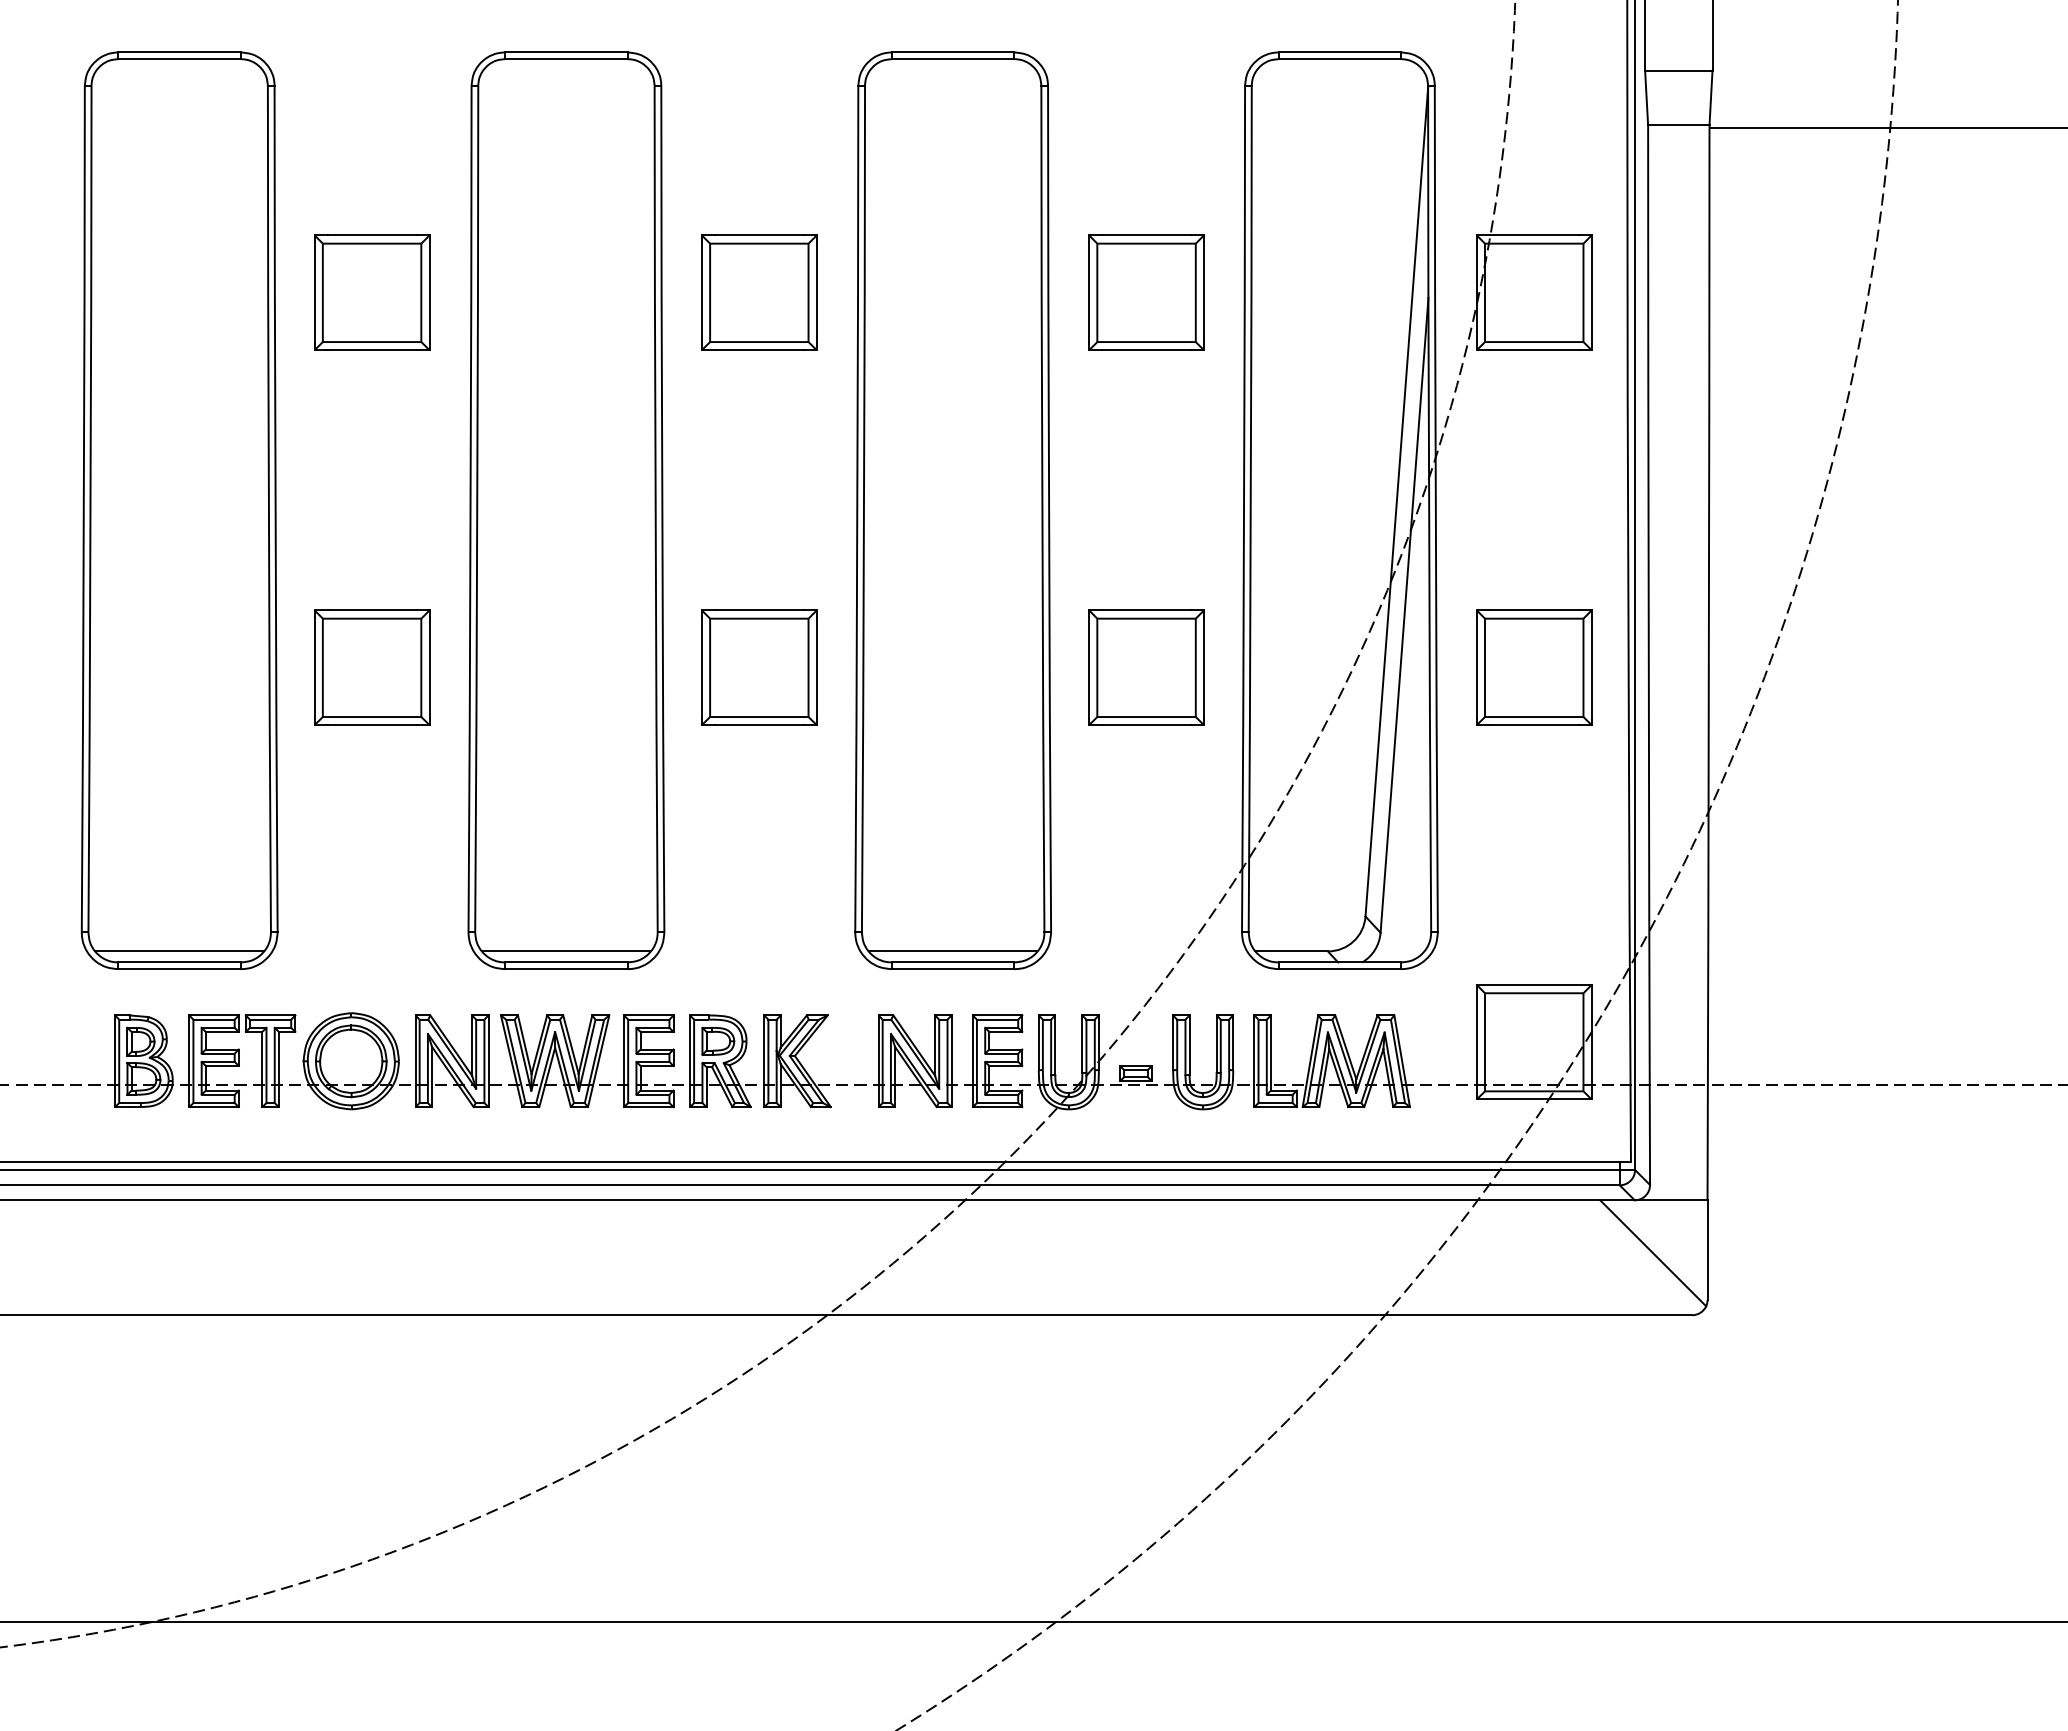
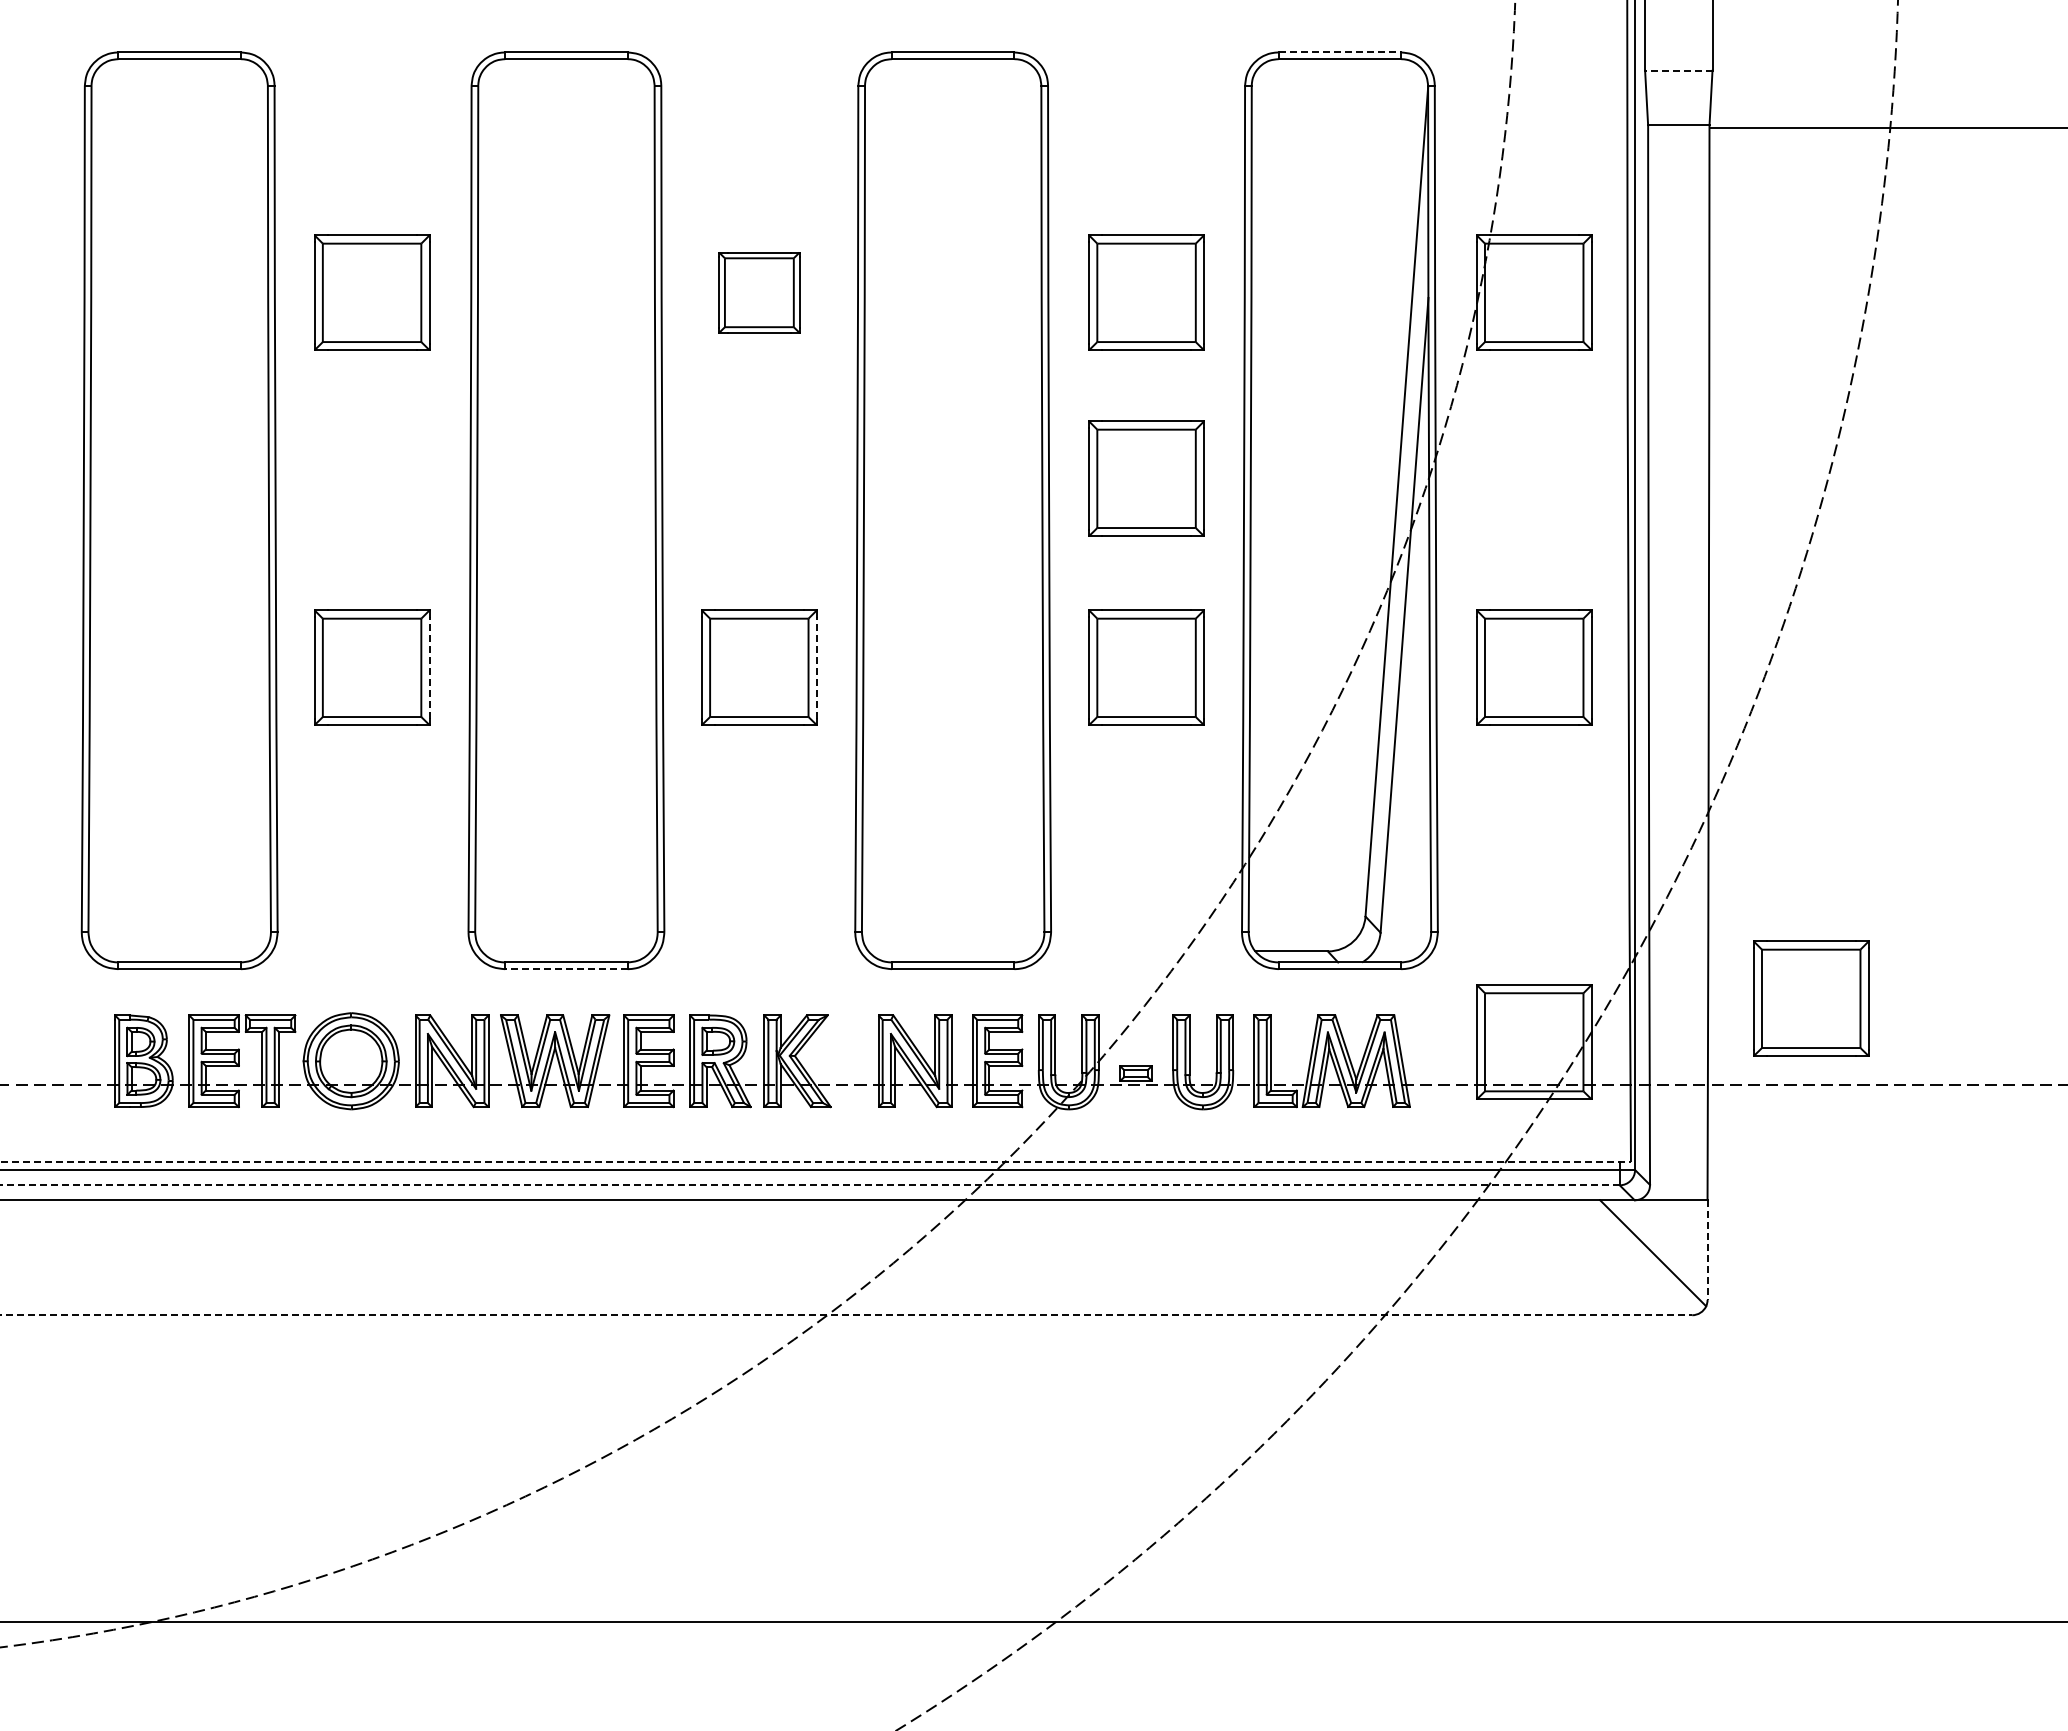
line at (1340, 52): solid -> dashed
line at (1678, 70): solid -> dashed
part at (759, 292) size: 117x117 px -> 83x82 px
part at (1146, 478): none -> present
line at (429, 667): solid -> dashed
line at (816, 667): solid -> dashed
line at (179, 951): present -> none
line at (565, 951): present -> none
line at (952, 951): present -> none
line at (565, 969): solid -> dashed
part at (1811, 998): none -> present
line at (815, 1162): solid -> dashed
line at (809, 1185): solid -> dashed
line at (1707, 1250): solid -> dashed
line at (846, 1315): solid -> dashed
